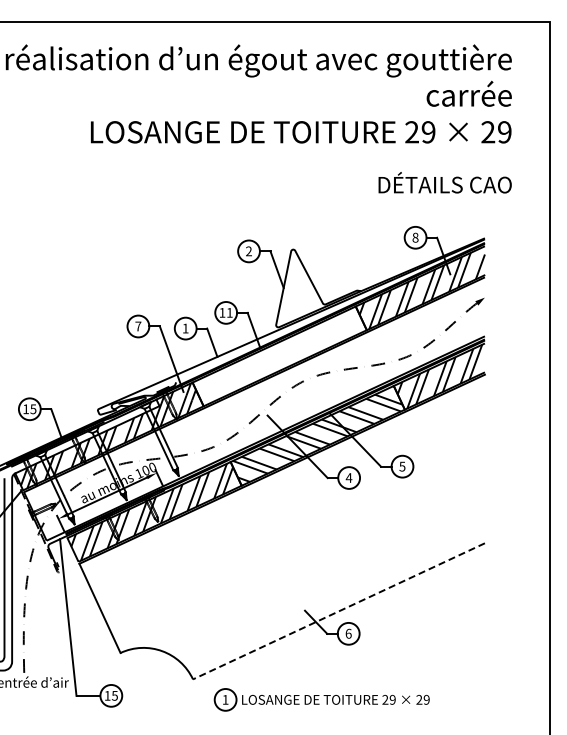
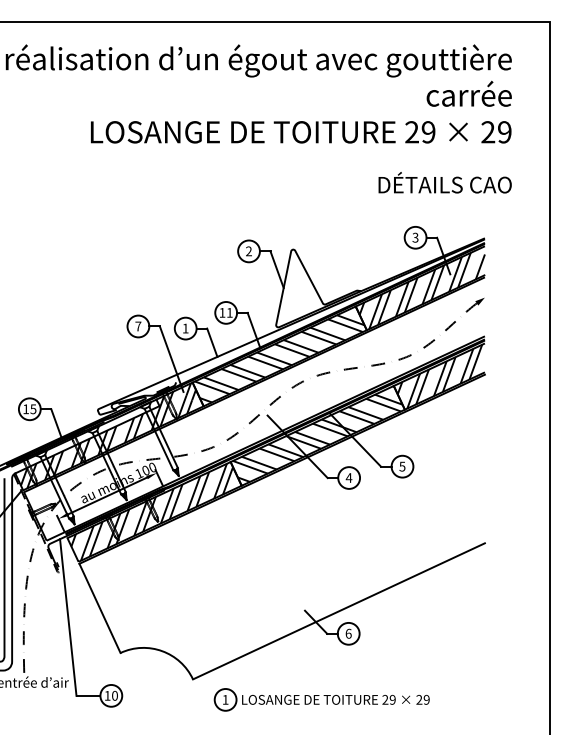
text at (415, 237): 8 -> 3
hatch at (279, 354): none -> present
line at (338, 611): dashed -> solid
text at (114, 695): 15 -> 10
